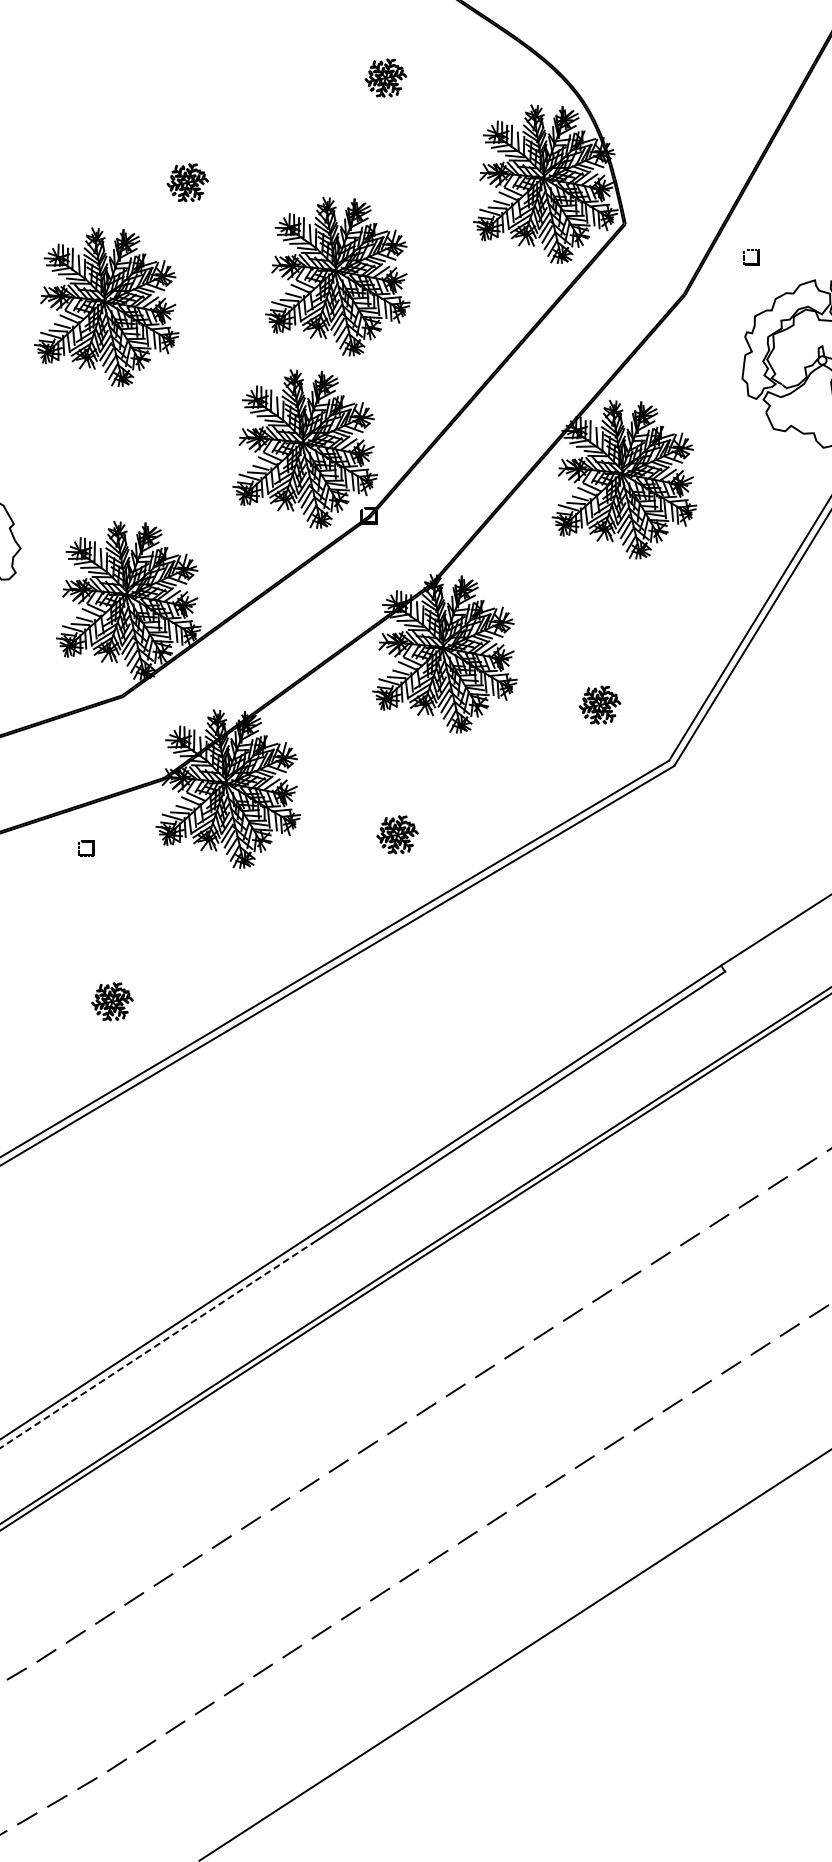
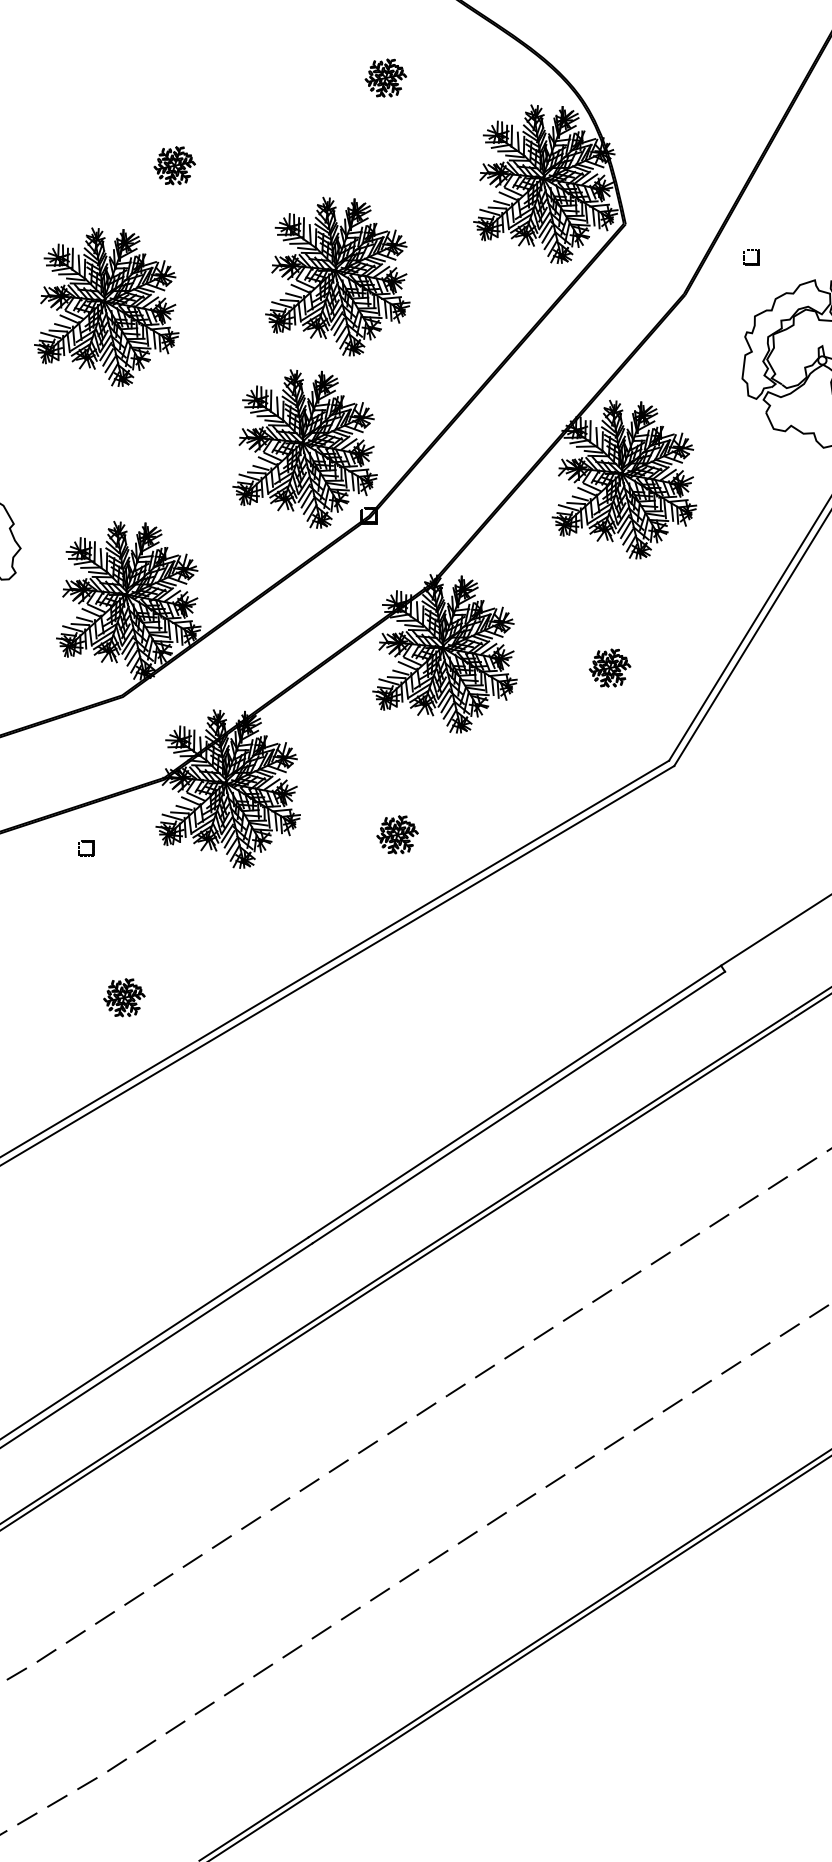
part at (187, 182) position: (187, 182) -> (174, 165)
part at (599, 704) position: (599, 704) -> (609, 667)
part at (112, 1001) position: (112, 1001) -> (124, 997)
line at (156, 1345): dashed -> solid
line at (520, 1657): none -> present
